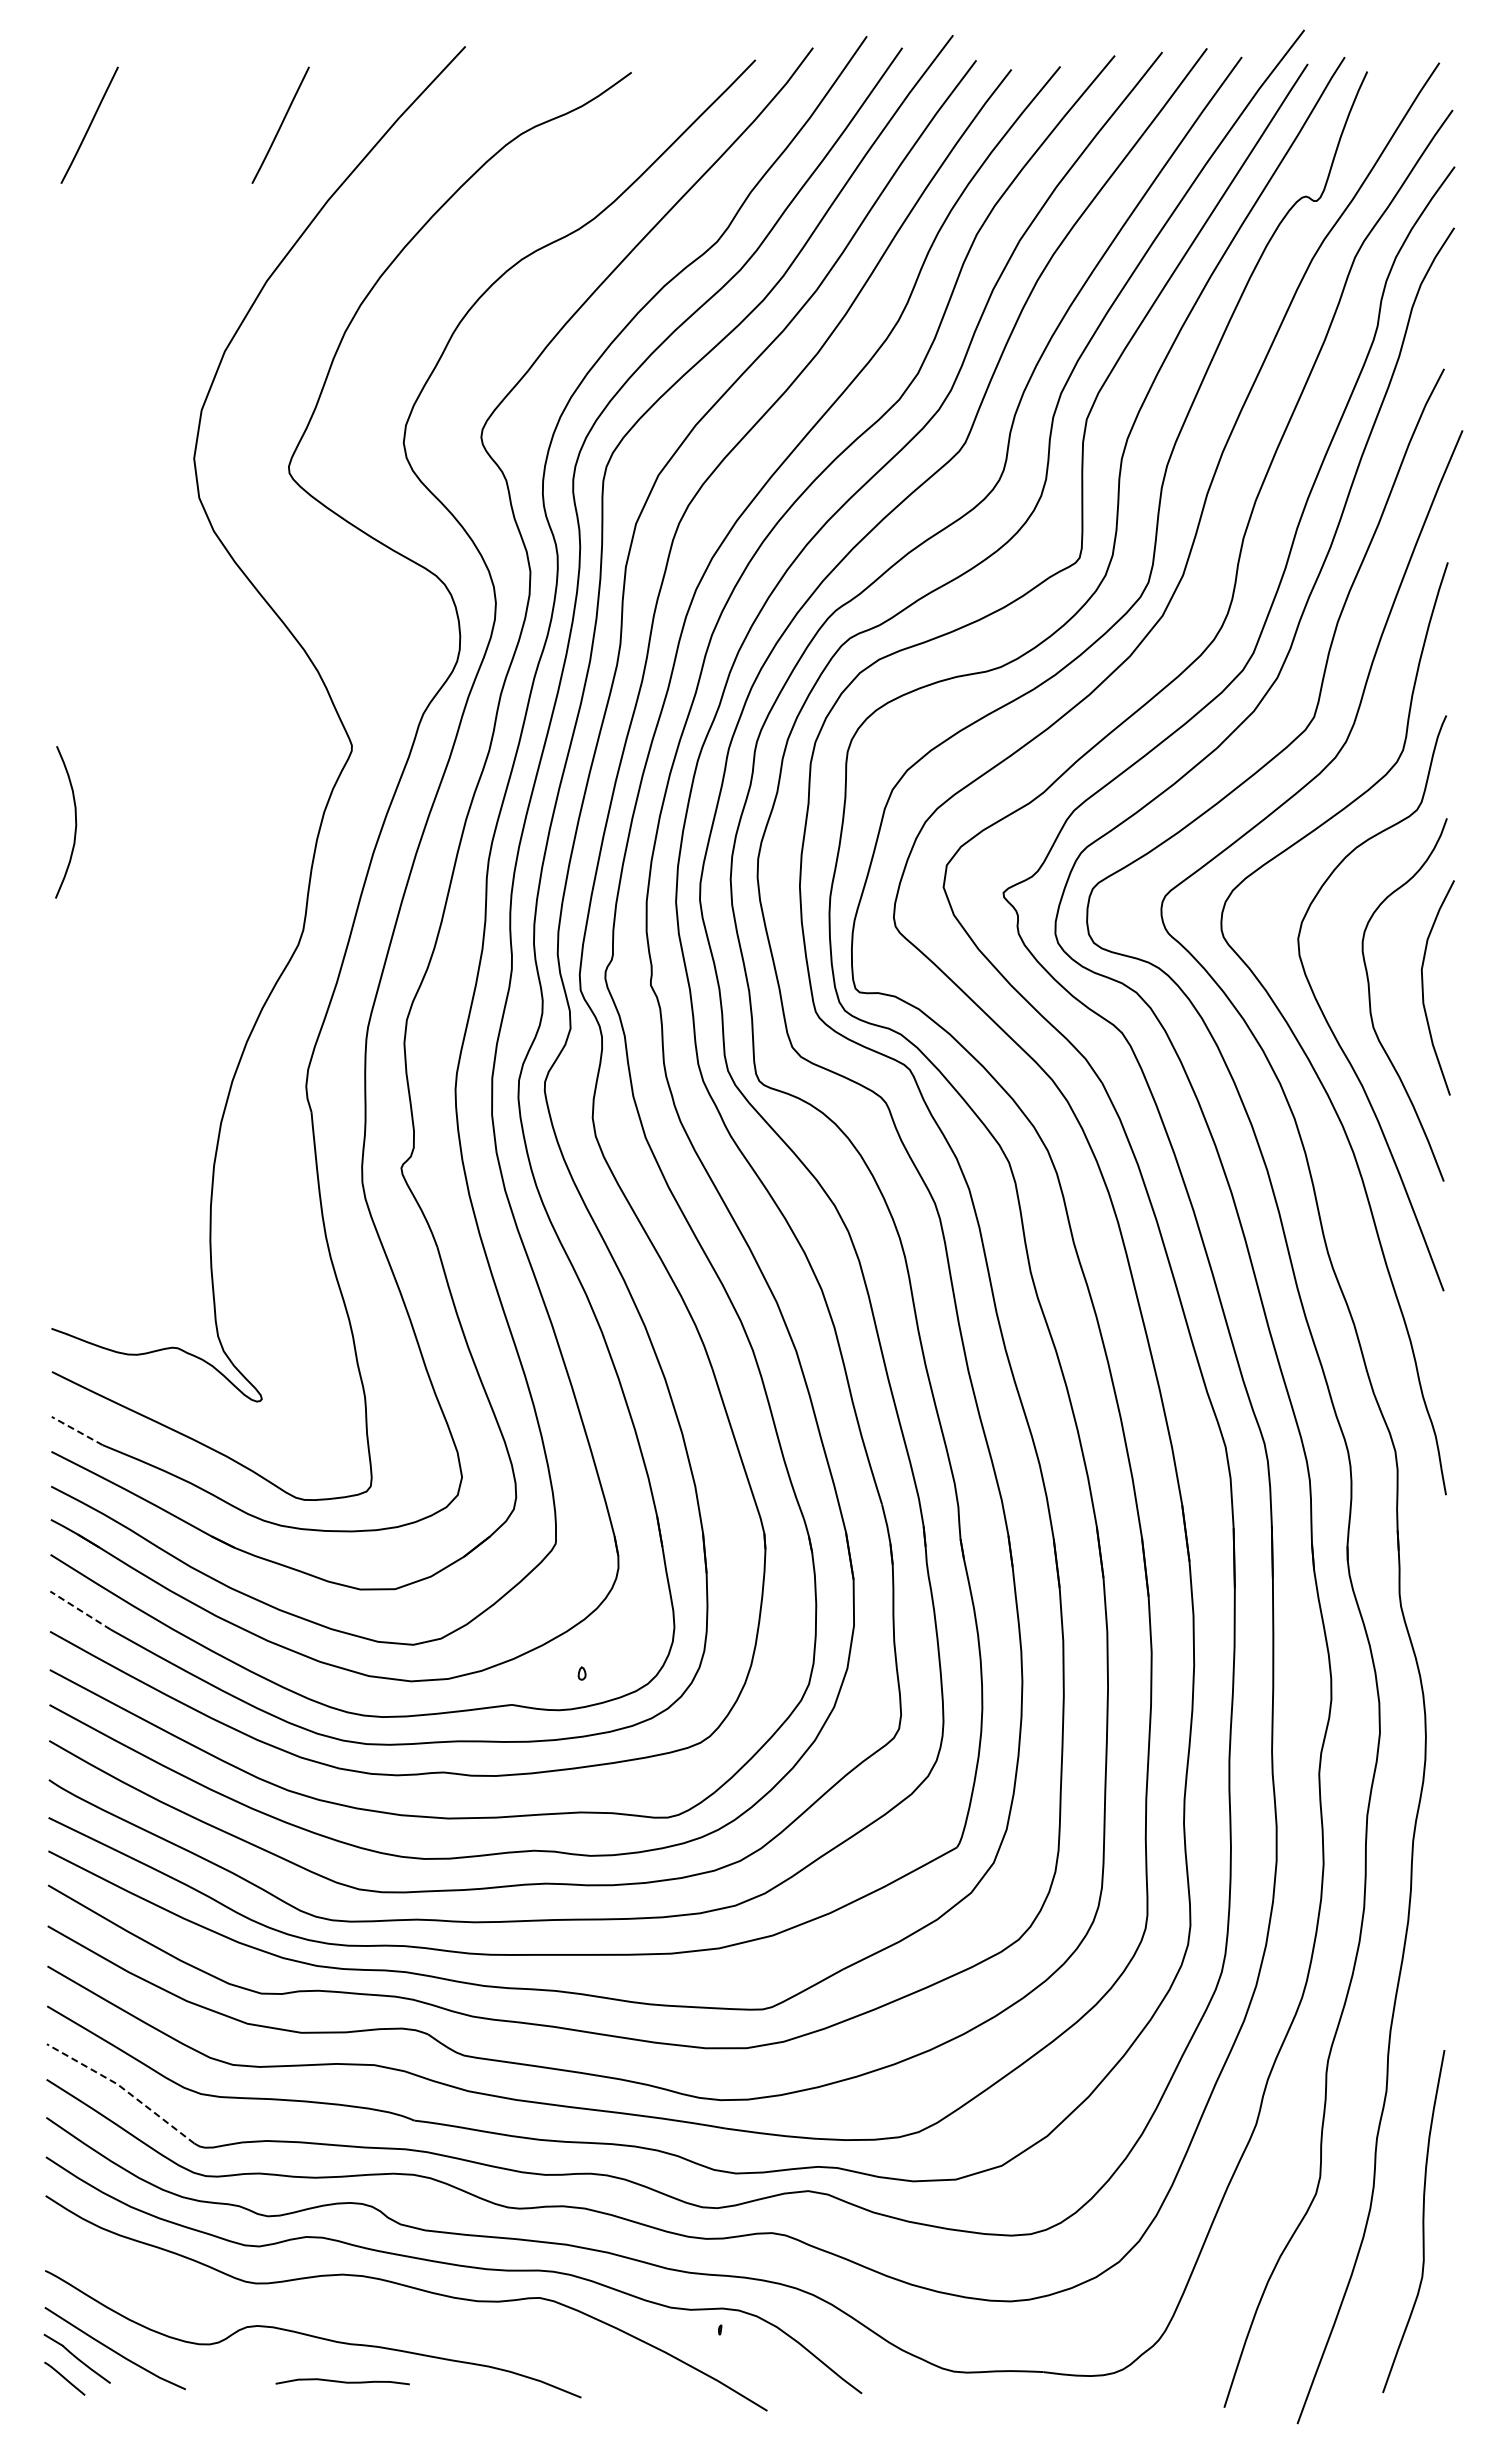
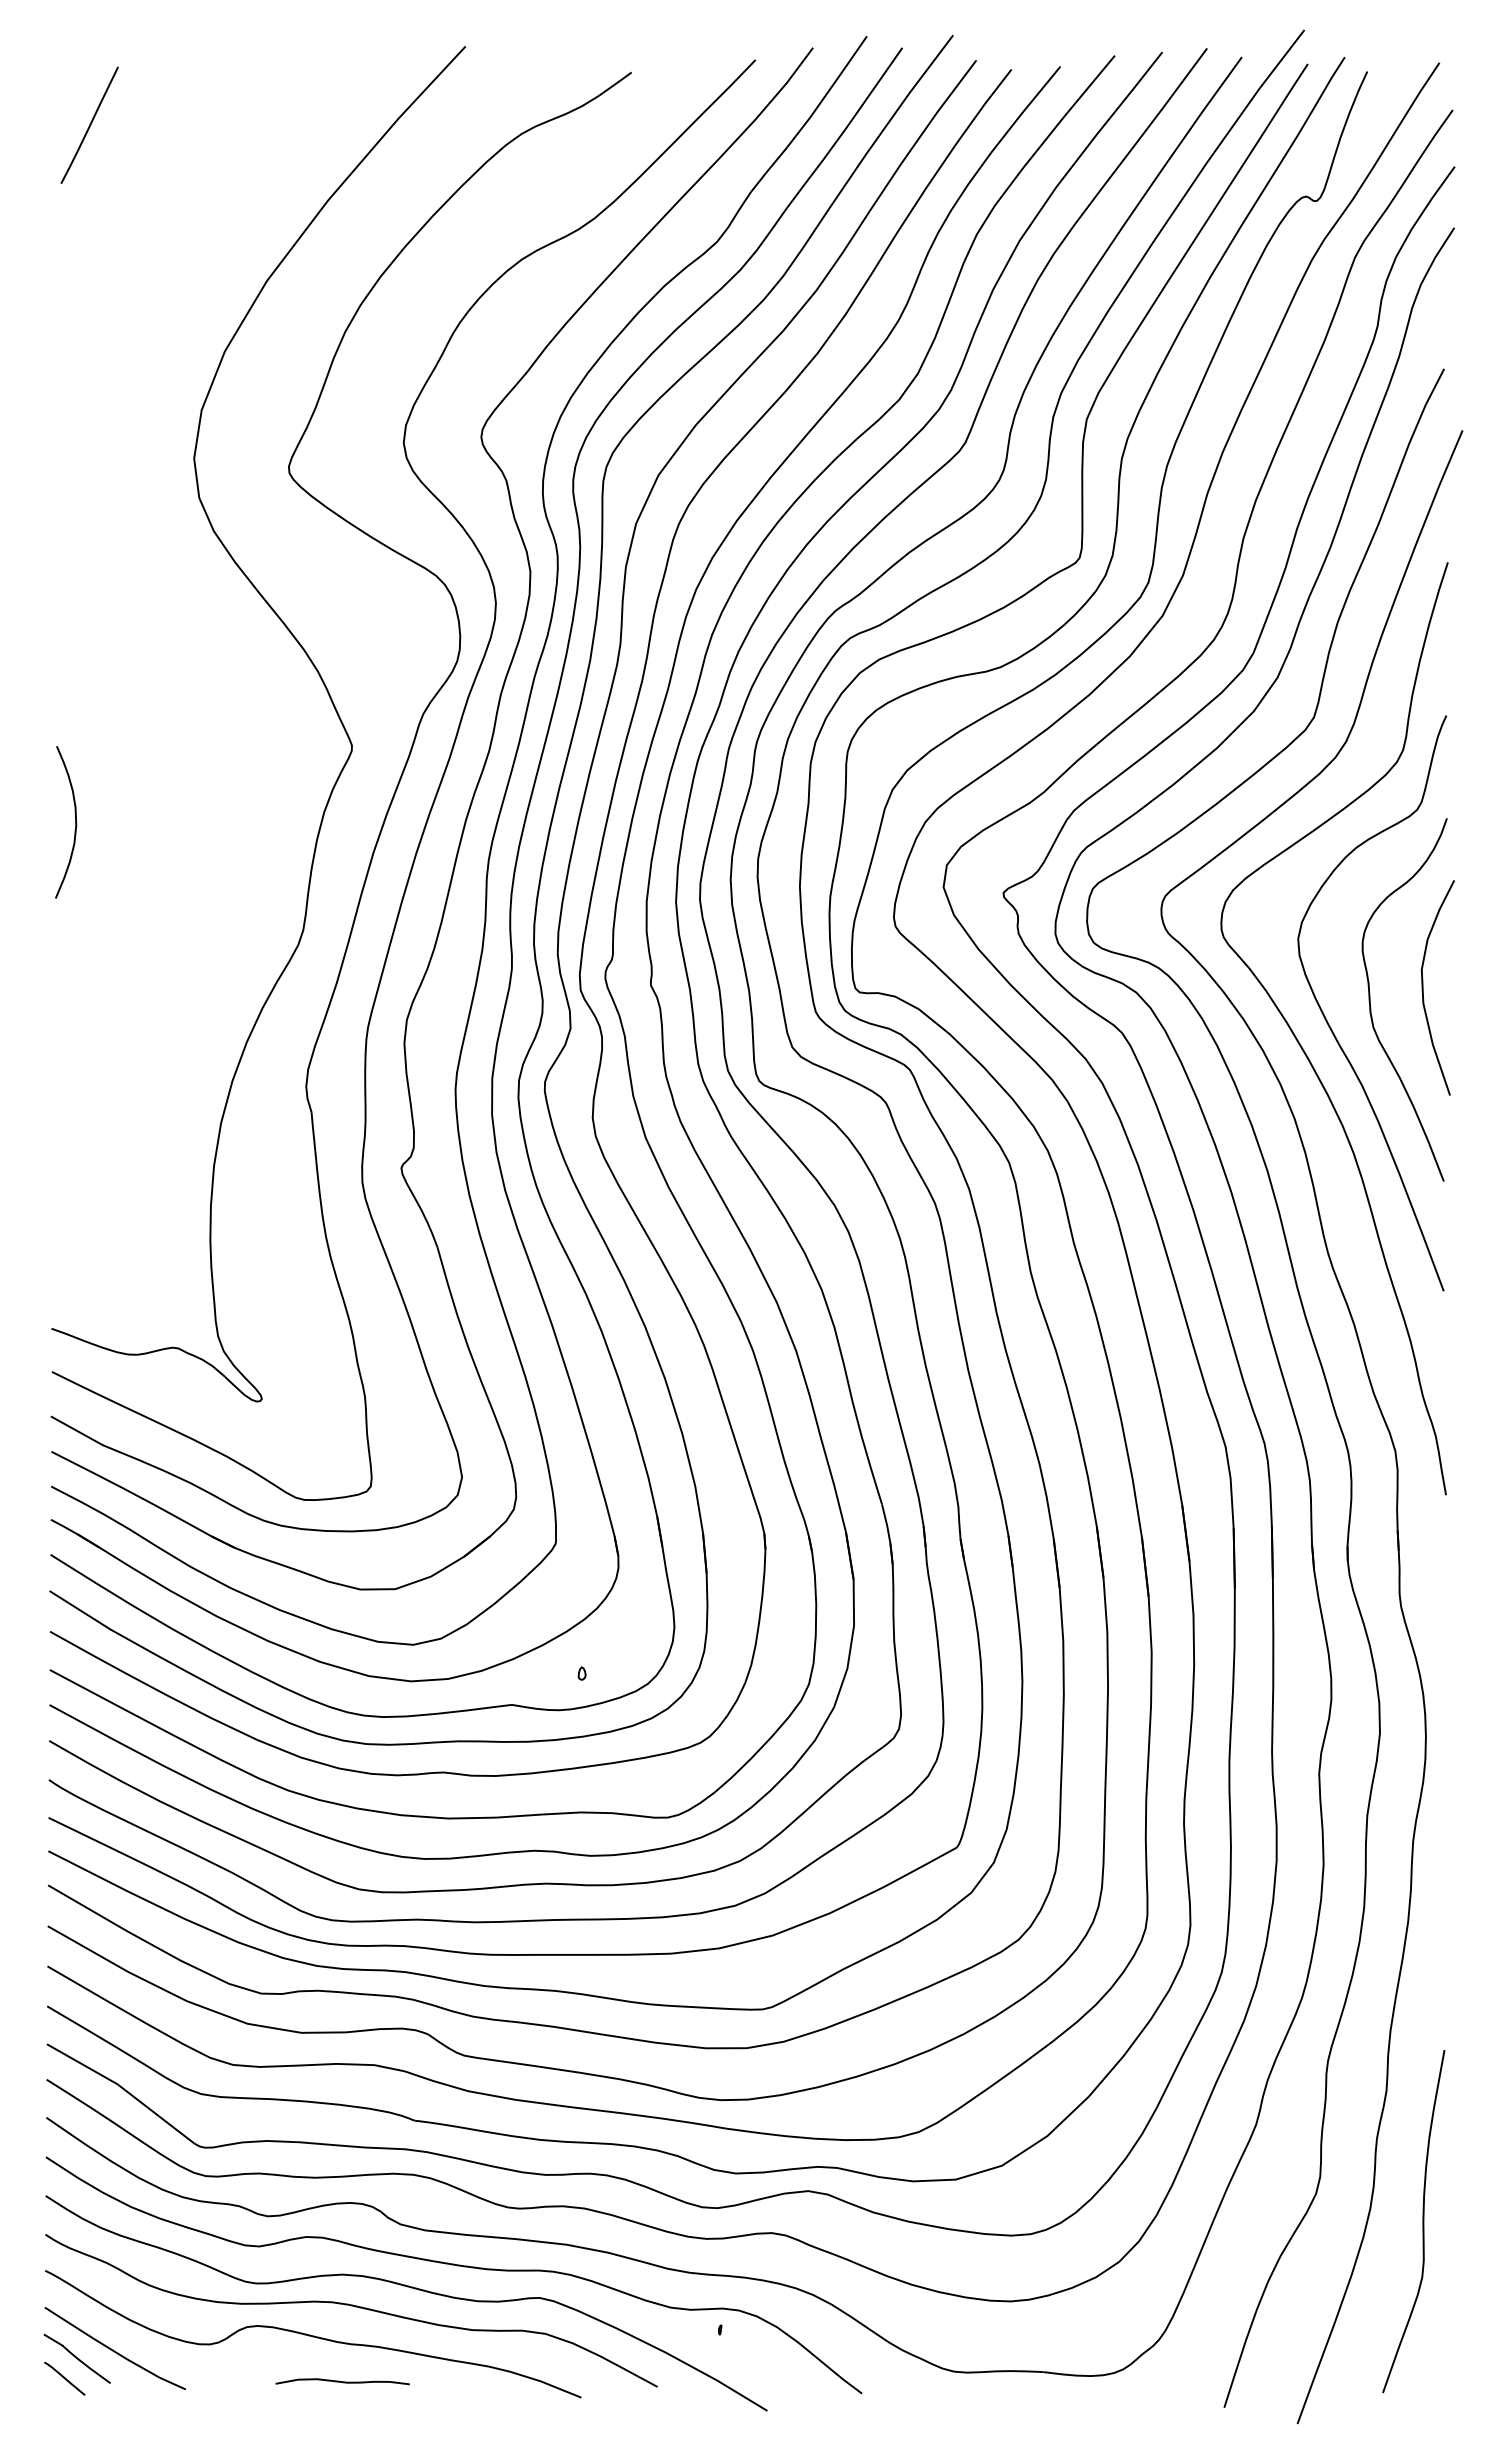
line at (280, 124): present -> none
line at (76, 1430): dashed -> solid
line at (80, 1610): dashed -> solid
line at (123, 2088): dashed -> solid
part at (351, 2310): none -> present
